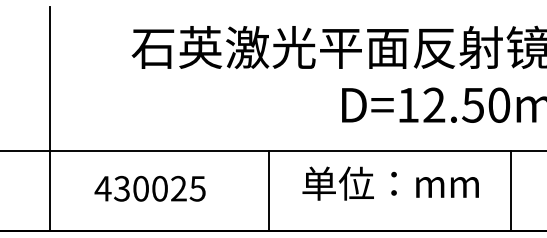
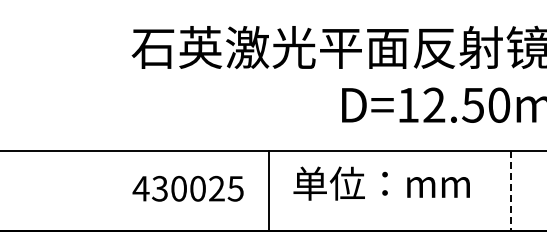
line at (49, 118): present -> none
text at (390, 183) position: (390, 183) -> (381, 183)
text at (149, 188) position: (149, 188) -> (187, 188)
line at (510, 191): solid -> dashed
